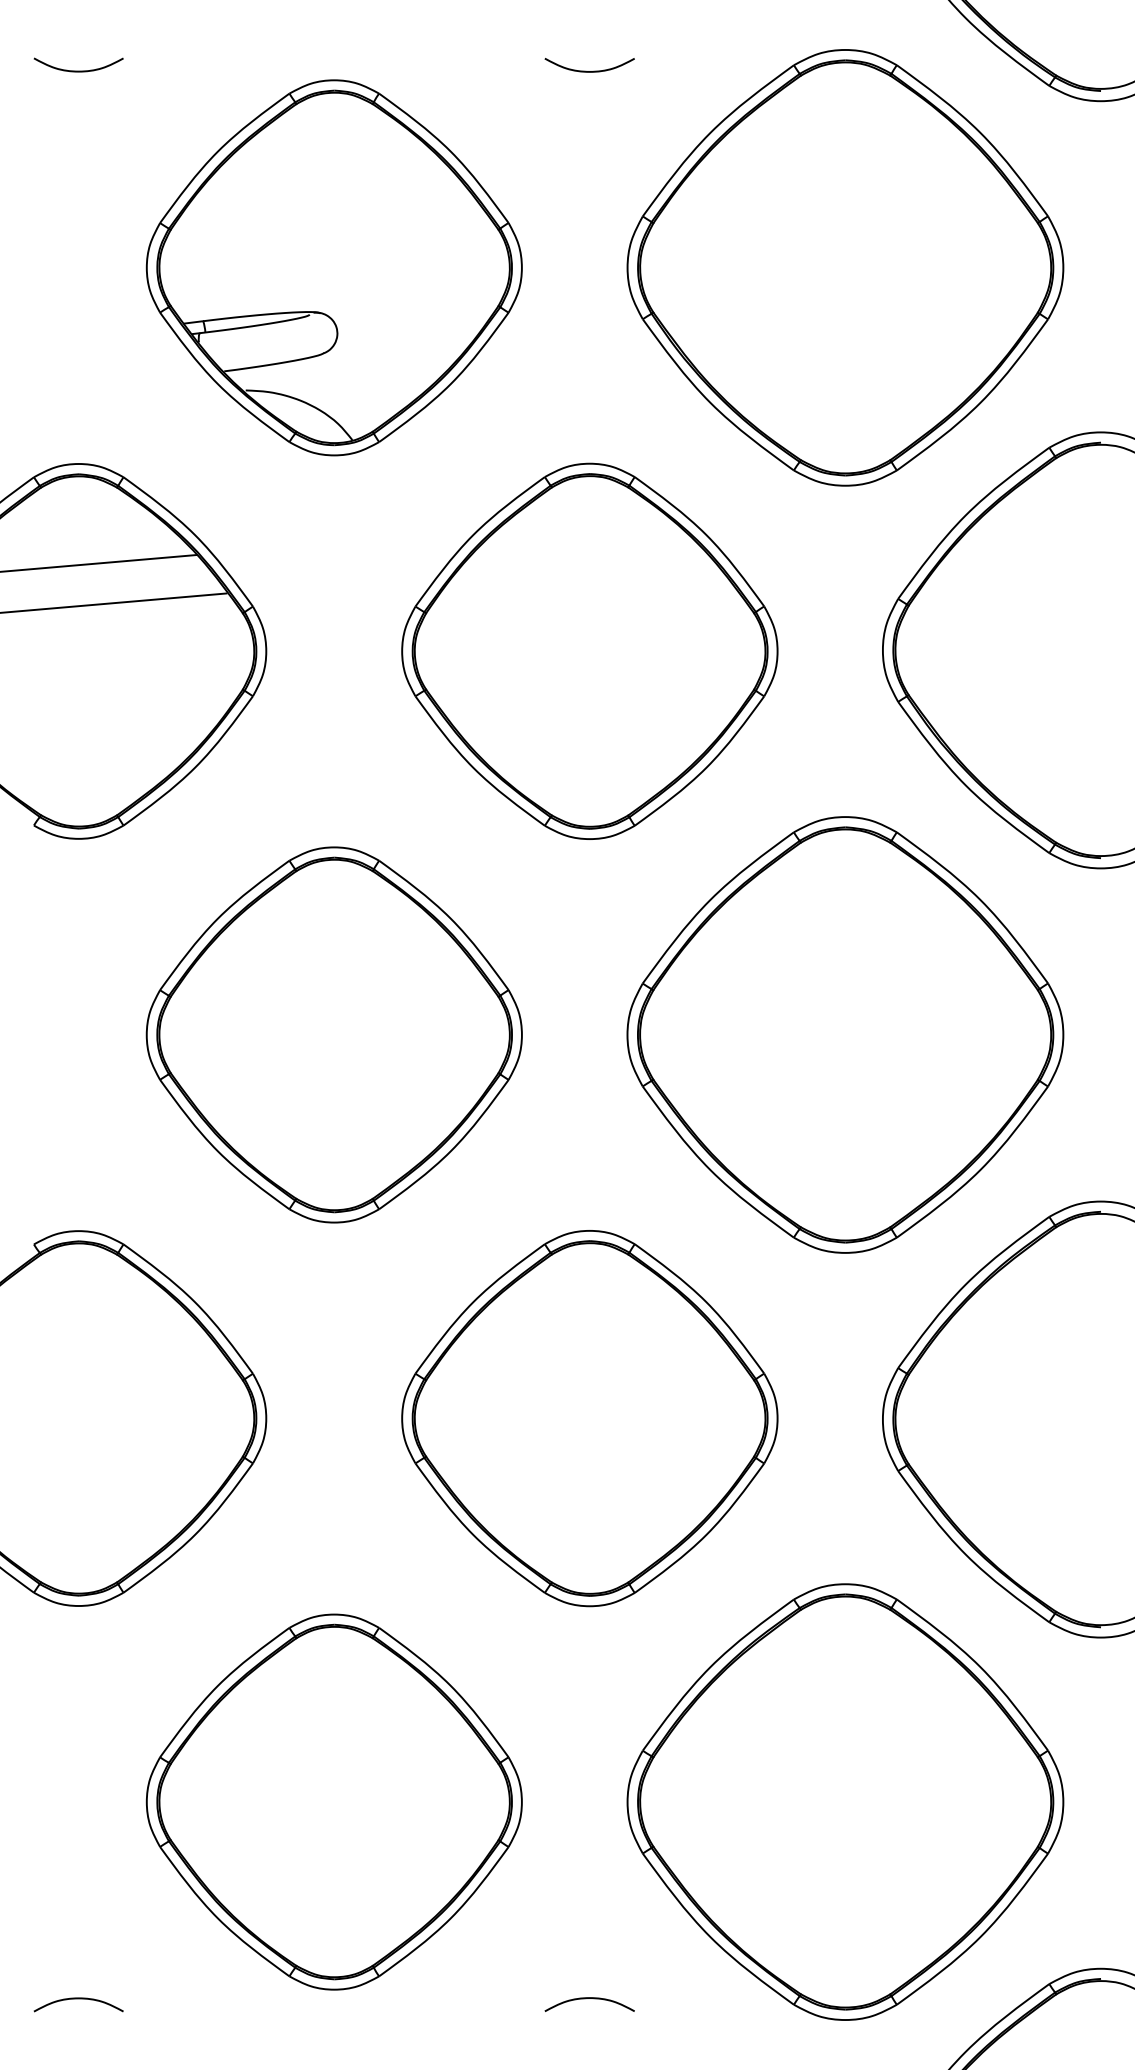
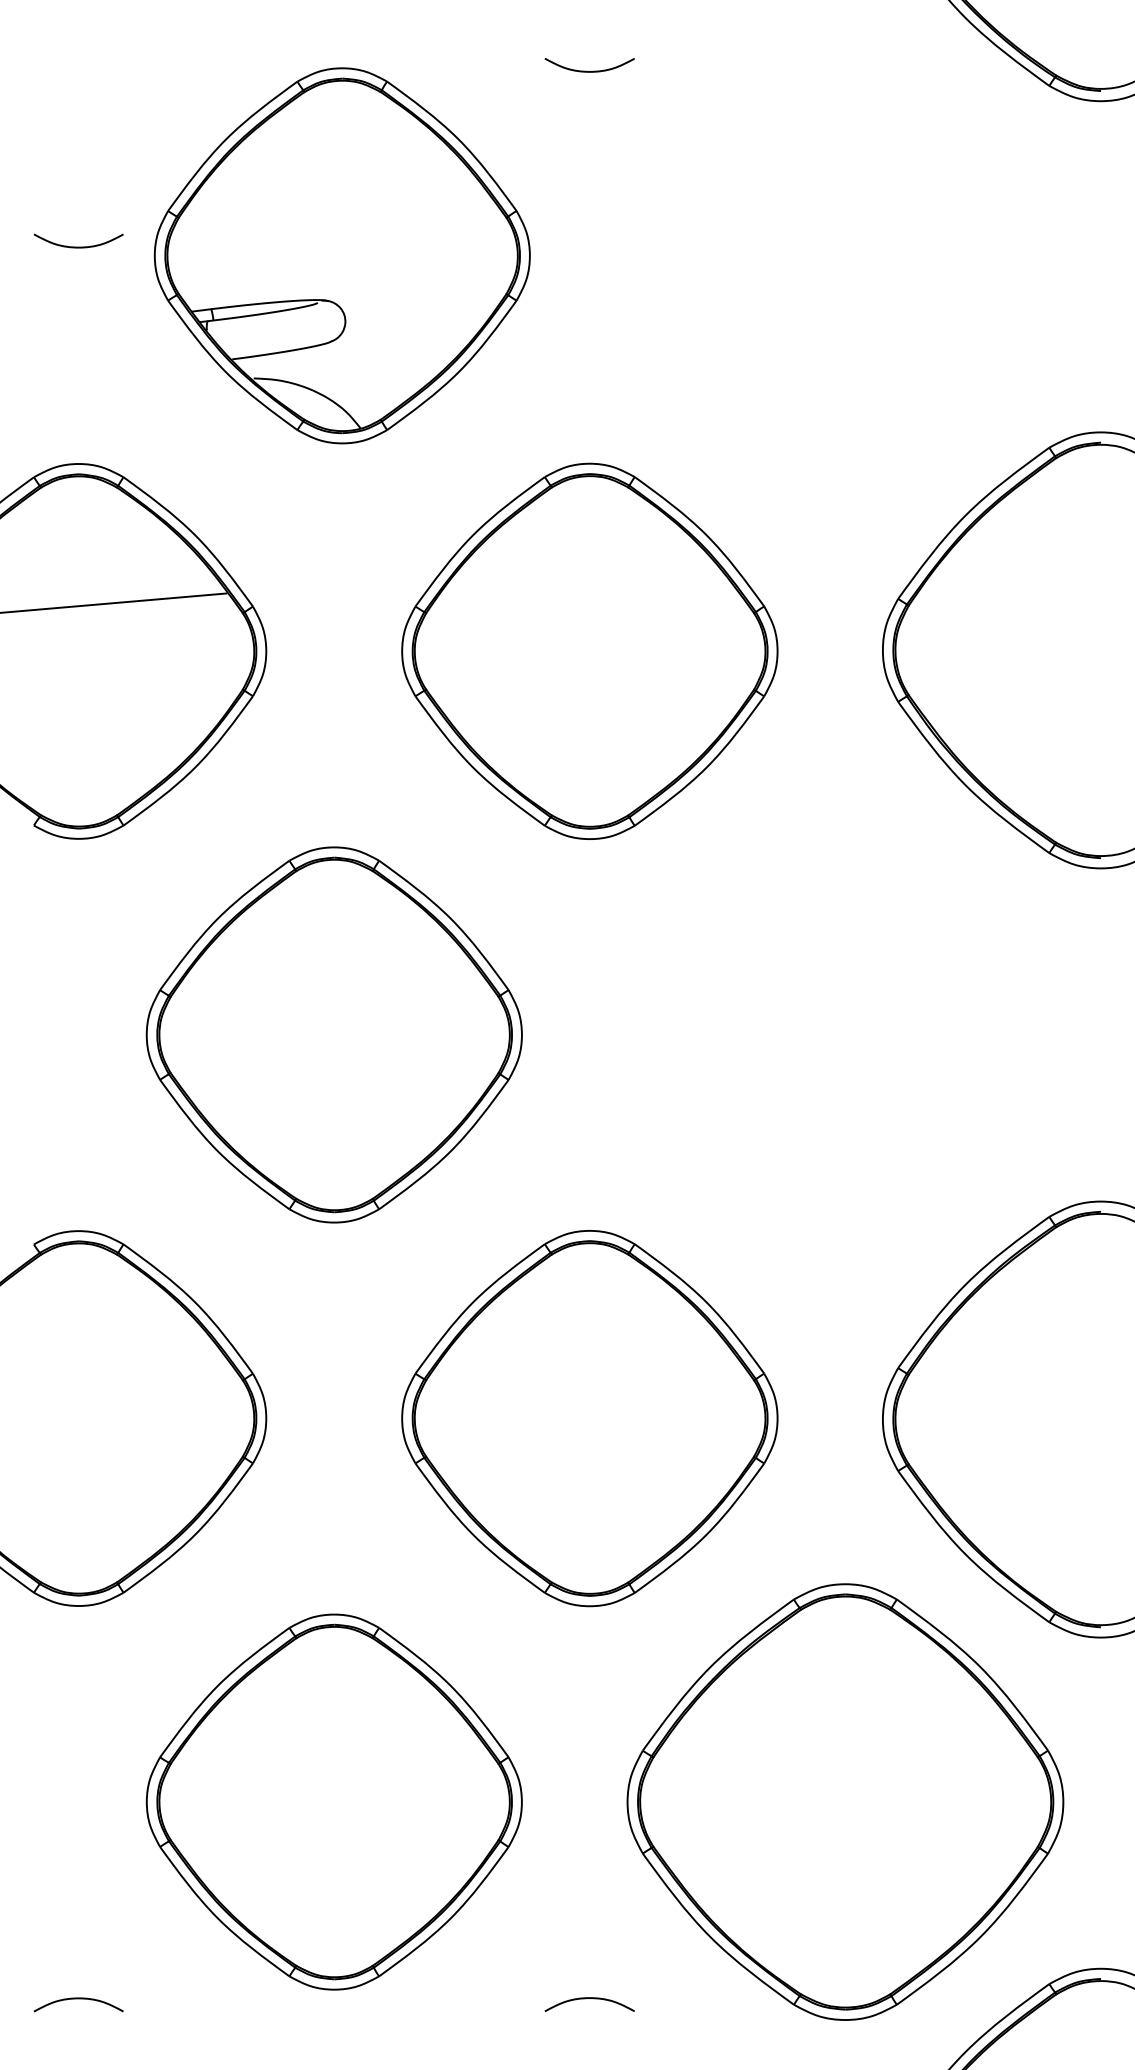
curve at (78, 70) position: (78, 70) -> (78, 246)
part at (333, 267) position: (333, 267) -> (341, 255)
part at (845, 267): present -> none
line at (99, 562): present -> none
part at (845, 1034): present -> none
